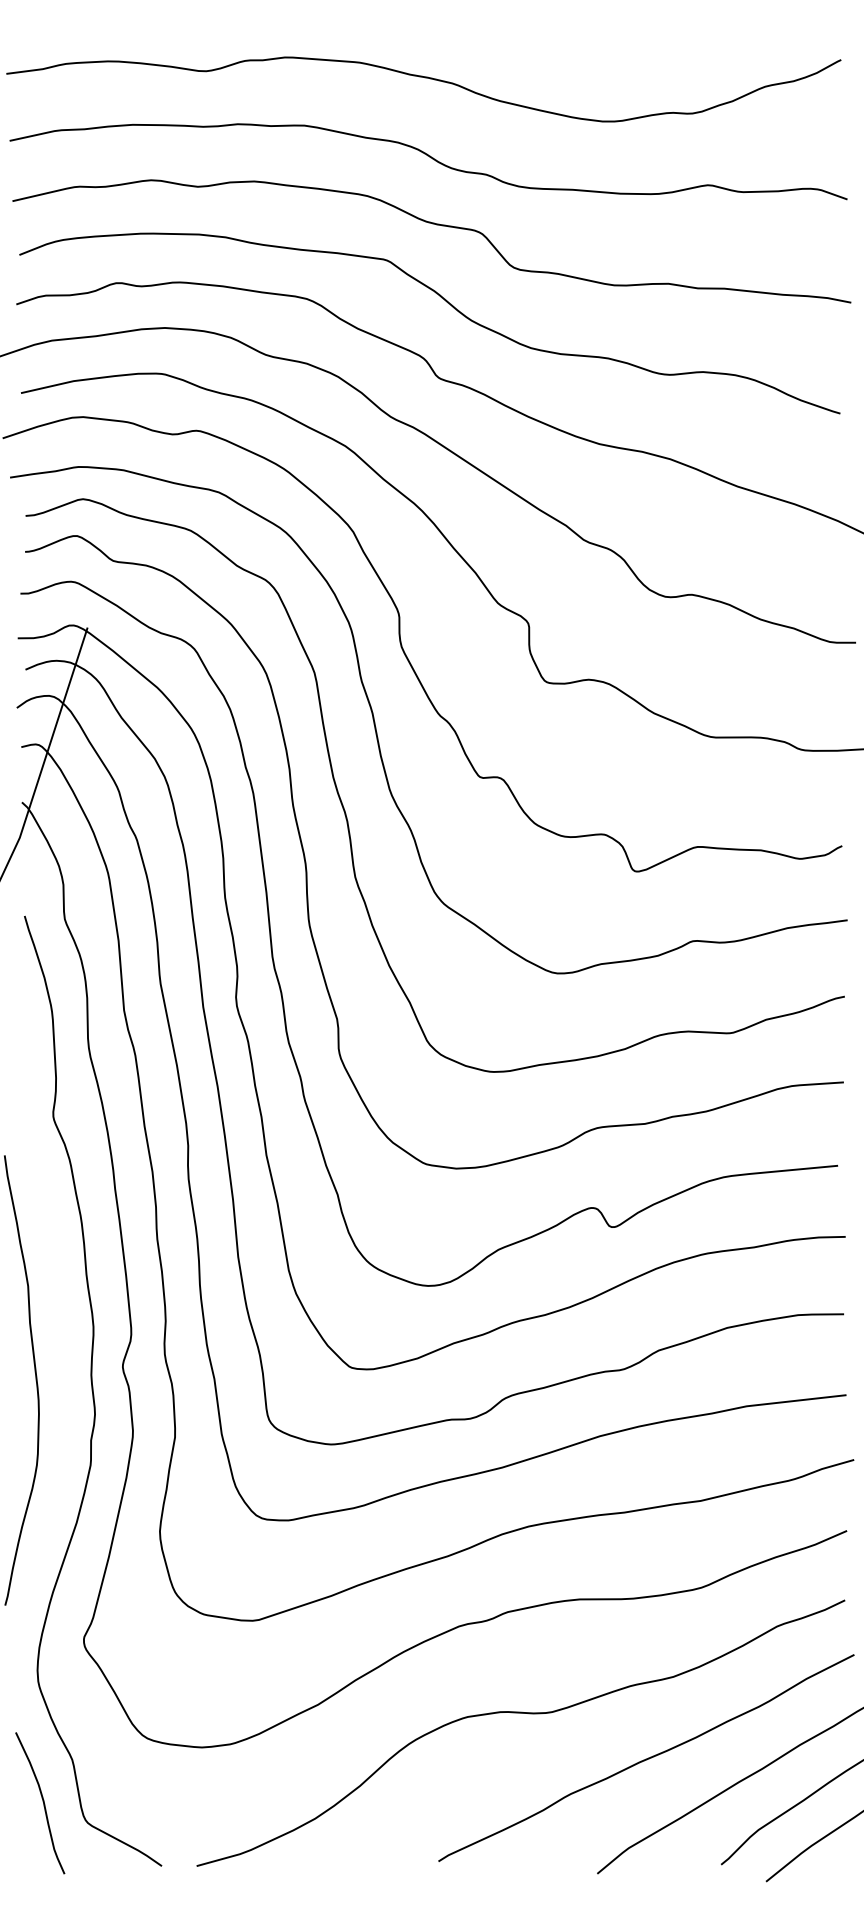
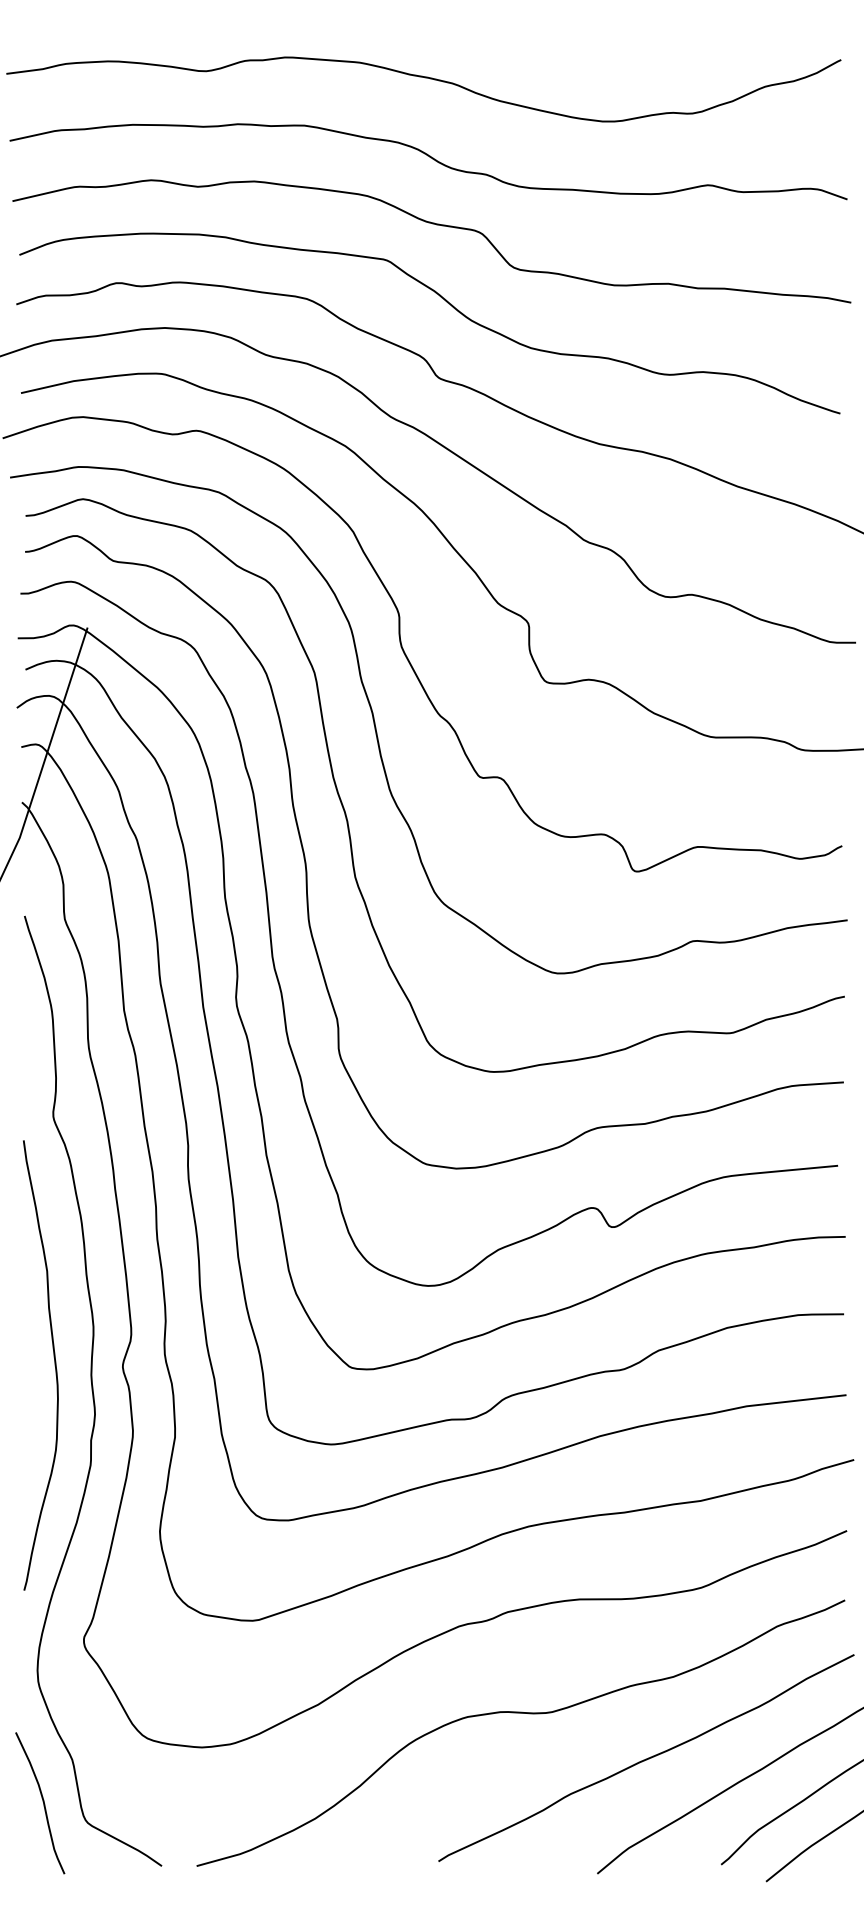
curve at (35, 1380) position: (35, 1380) -> (54, 1365)
